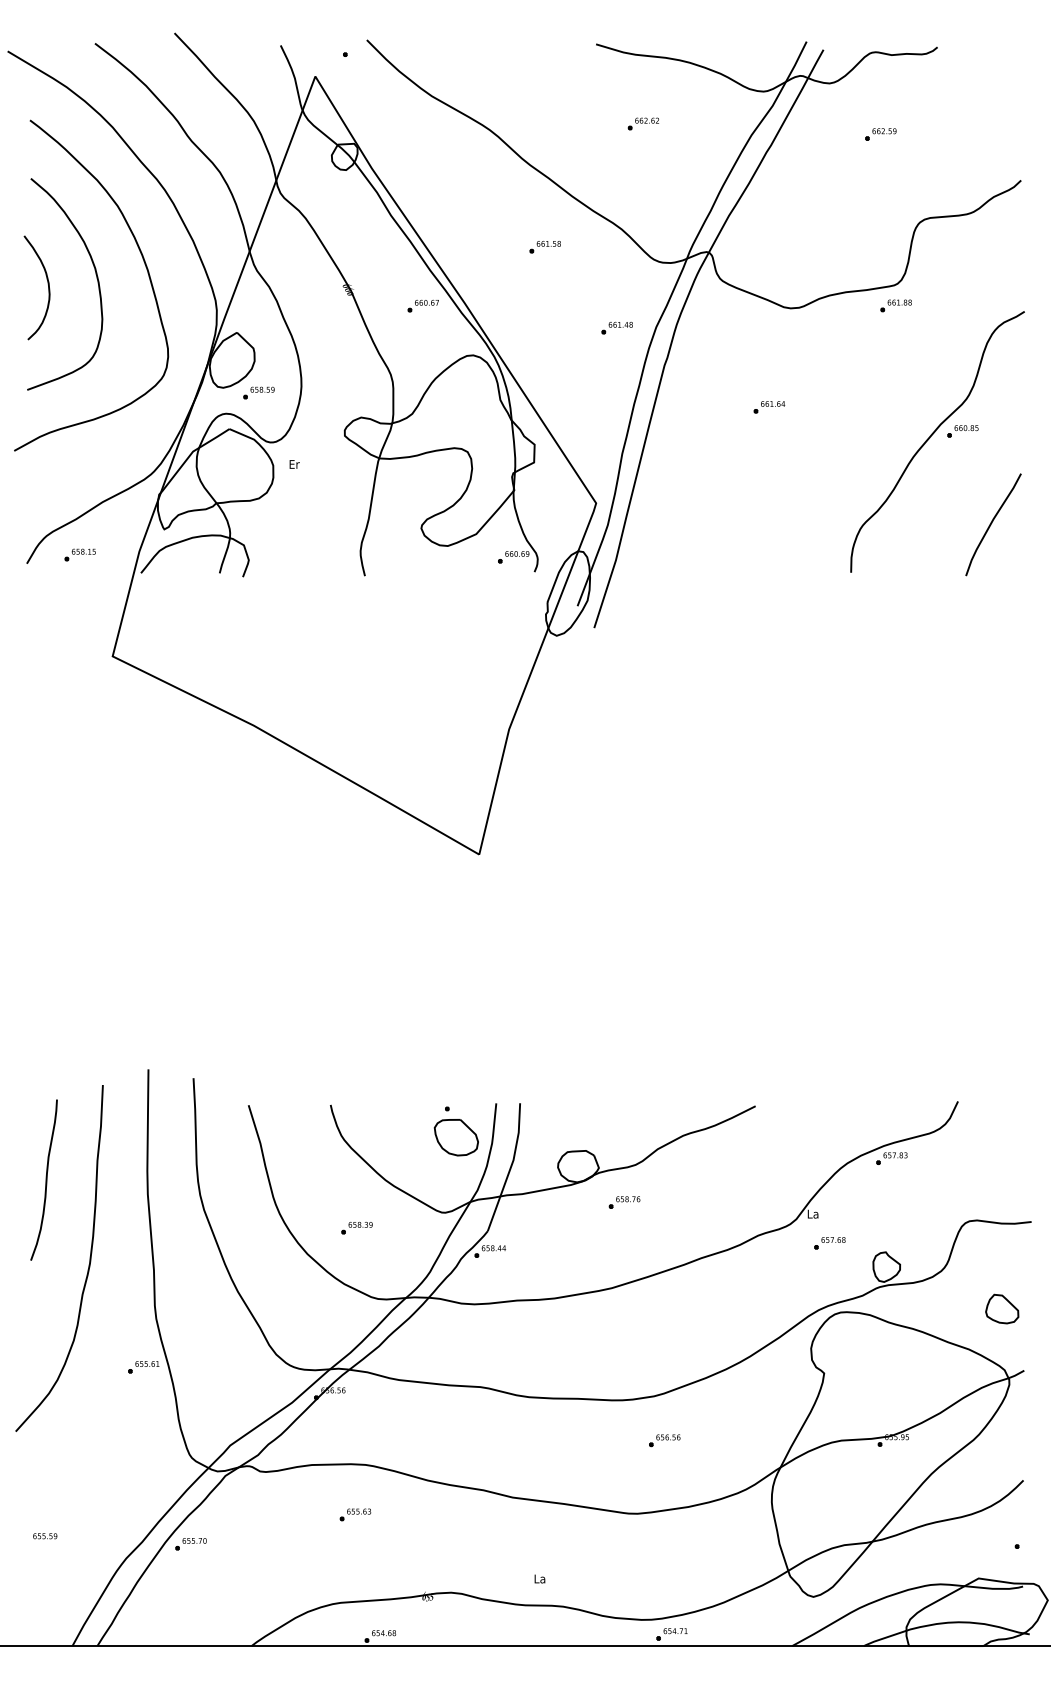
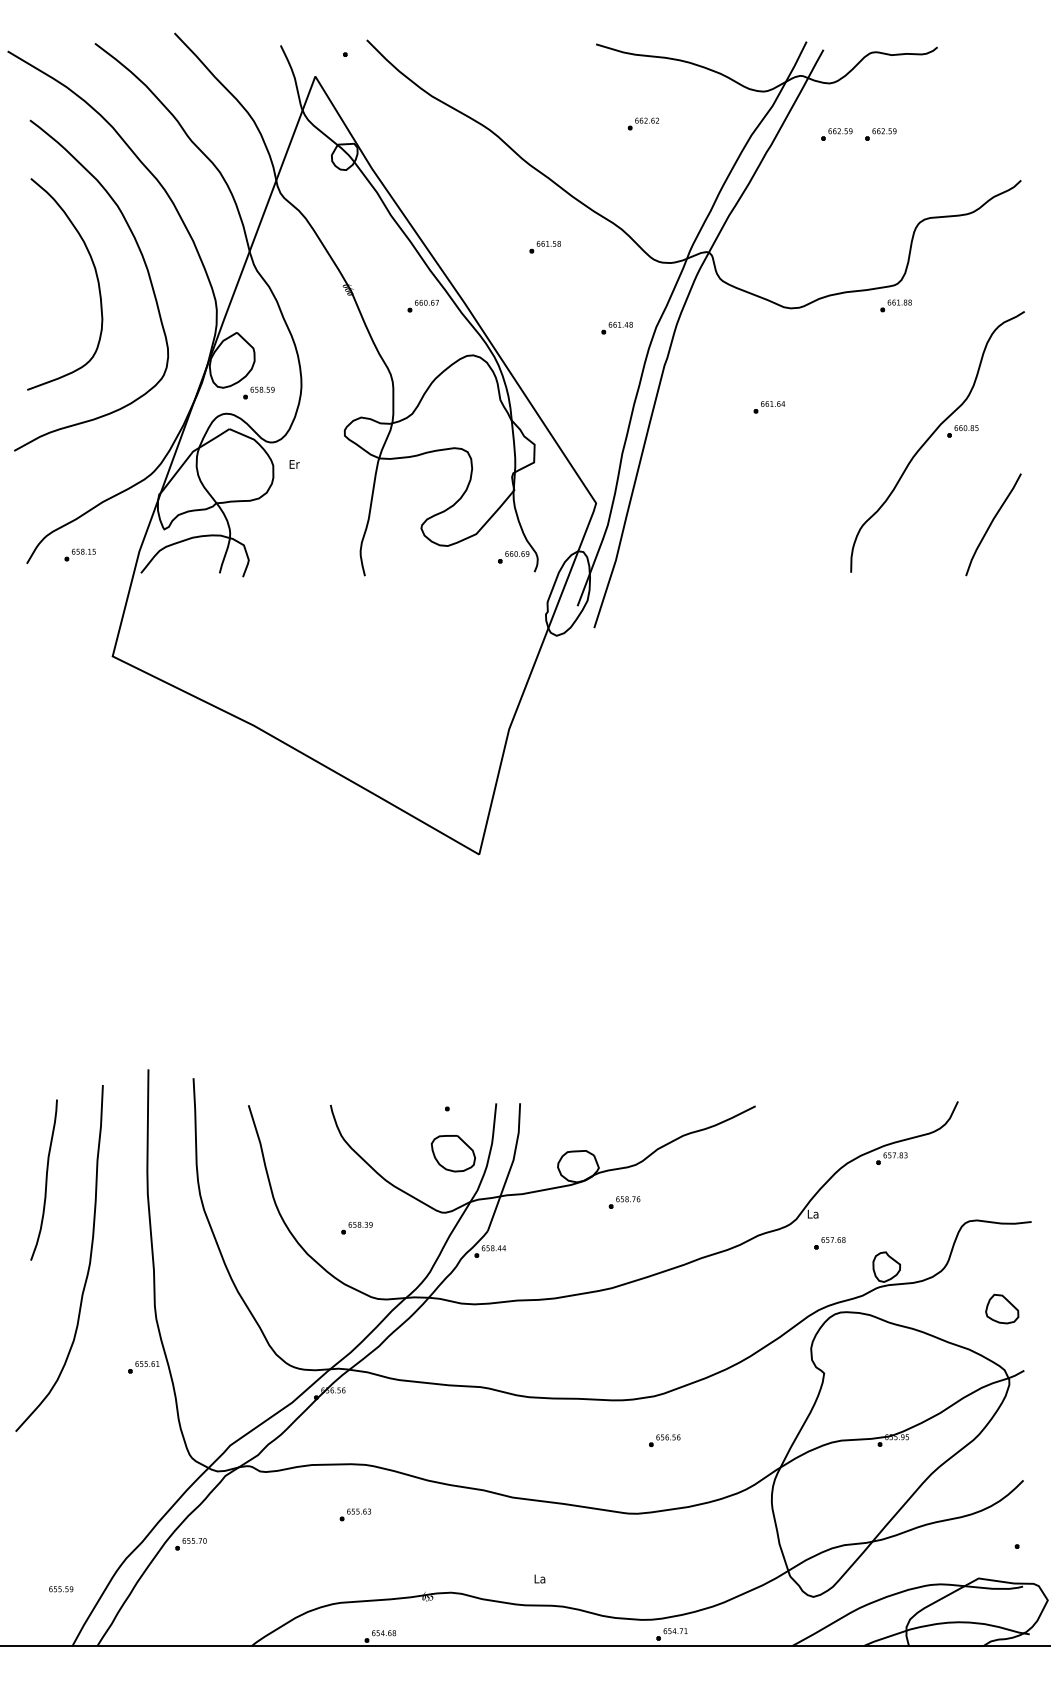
part at (836, 134): none -> present
curve at (47, 284): present -> none
part at (455, 1137) position: (455, 1137) -> (452, 1153)
text at (45, 1536) position: (45, 1536) -> (61, 1589)
